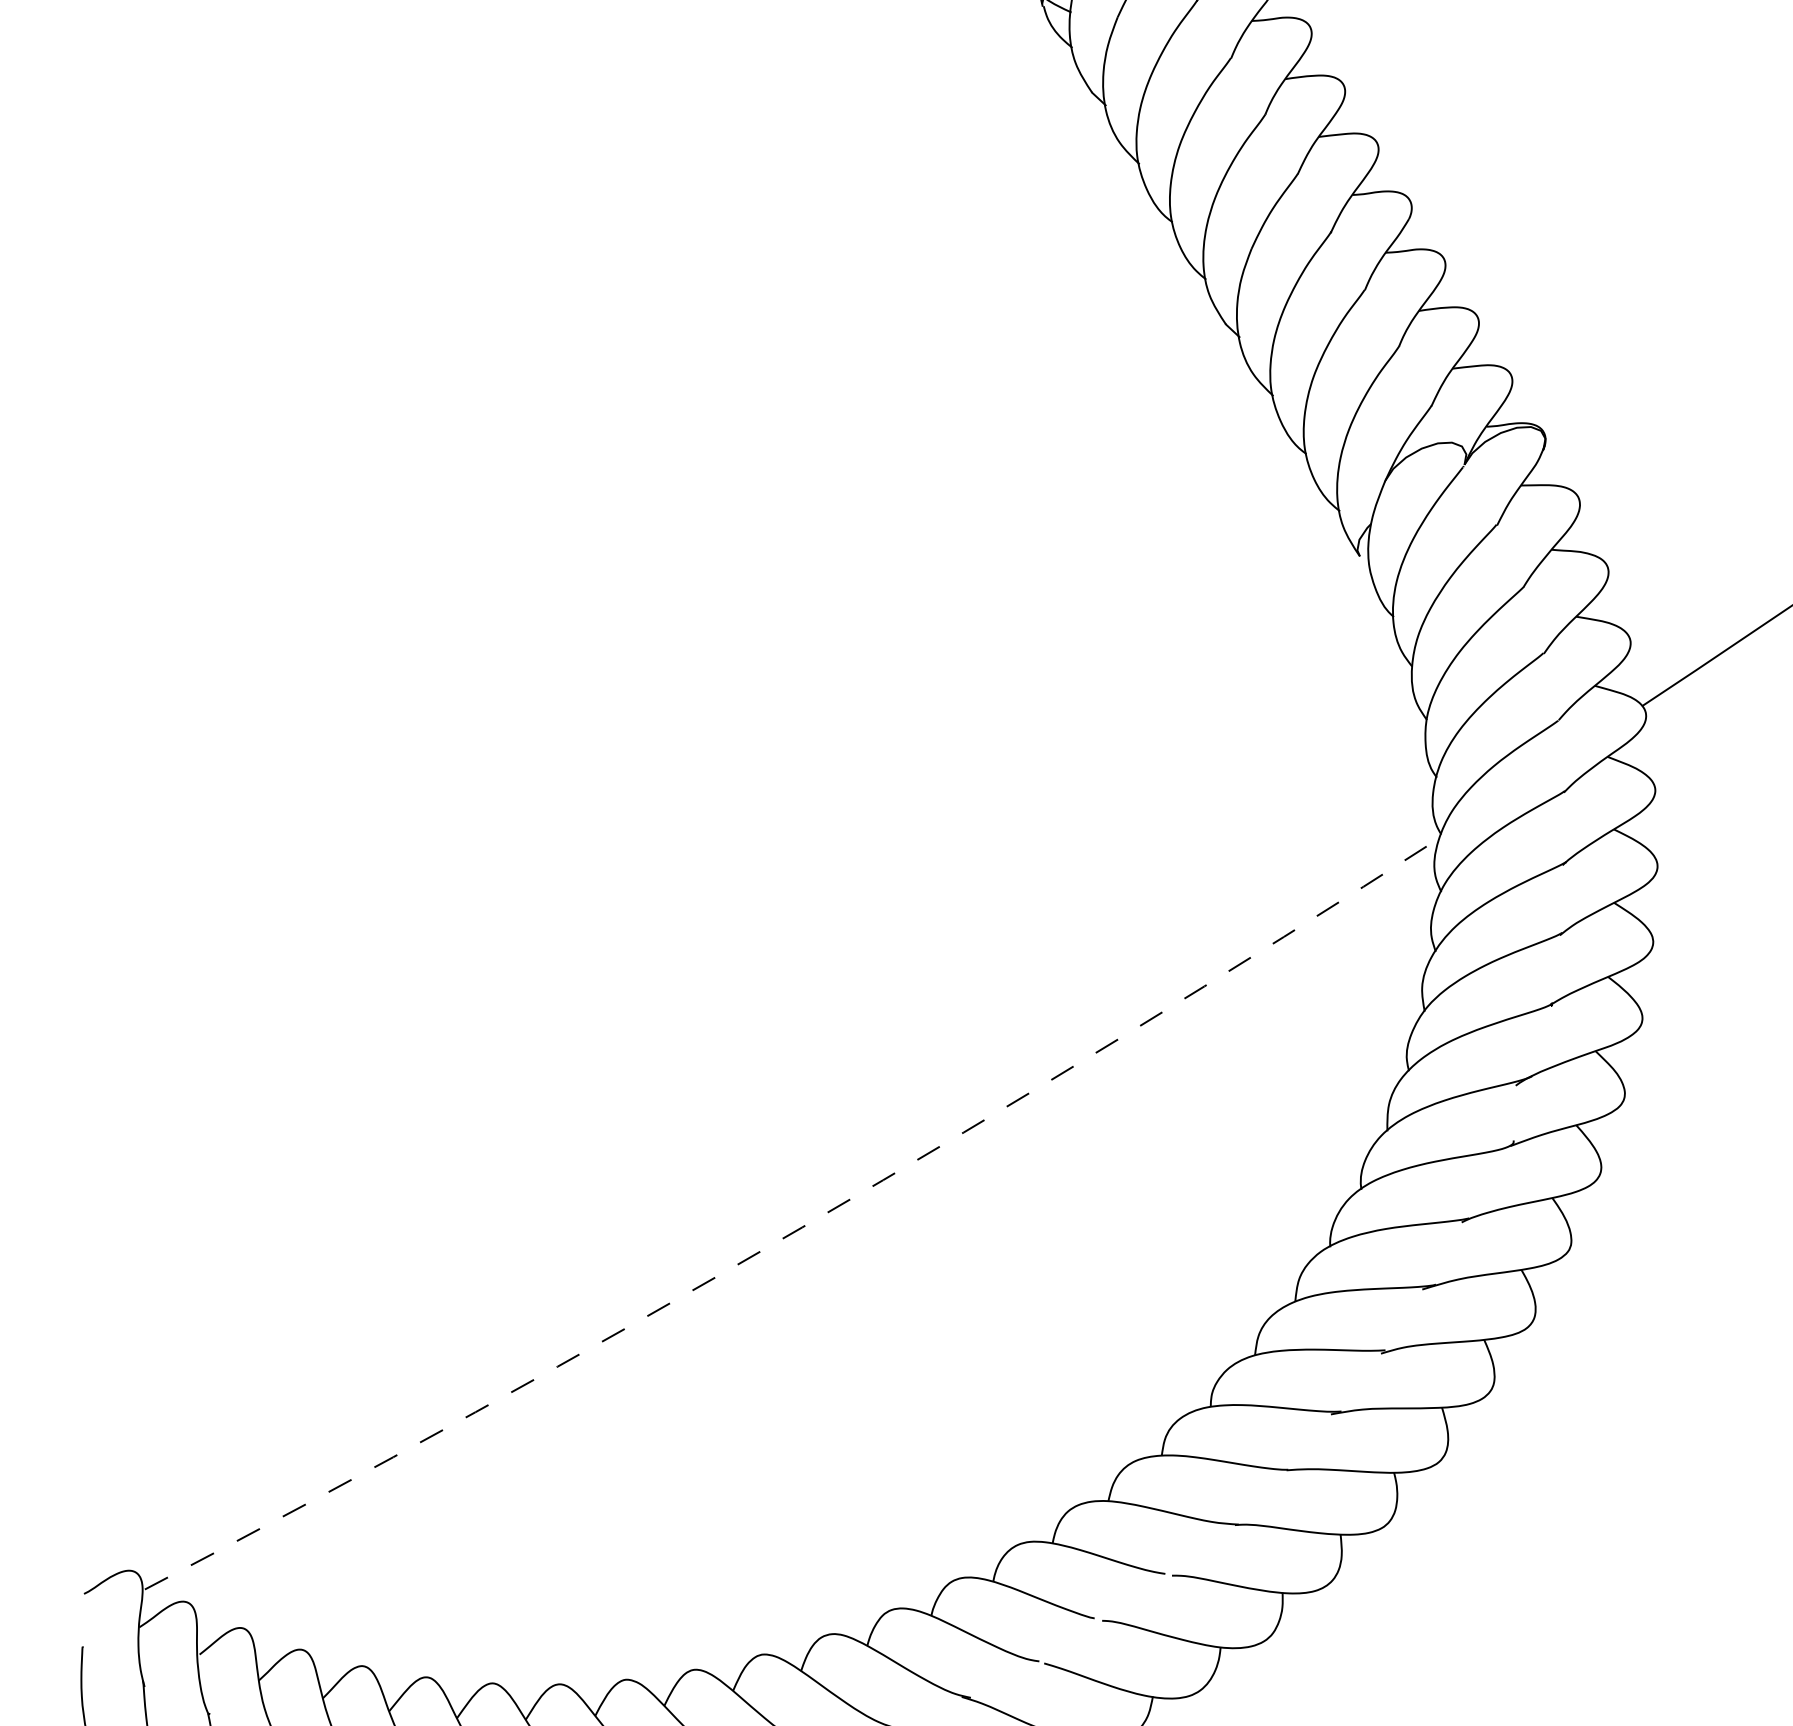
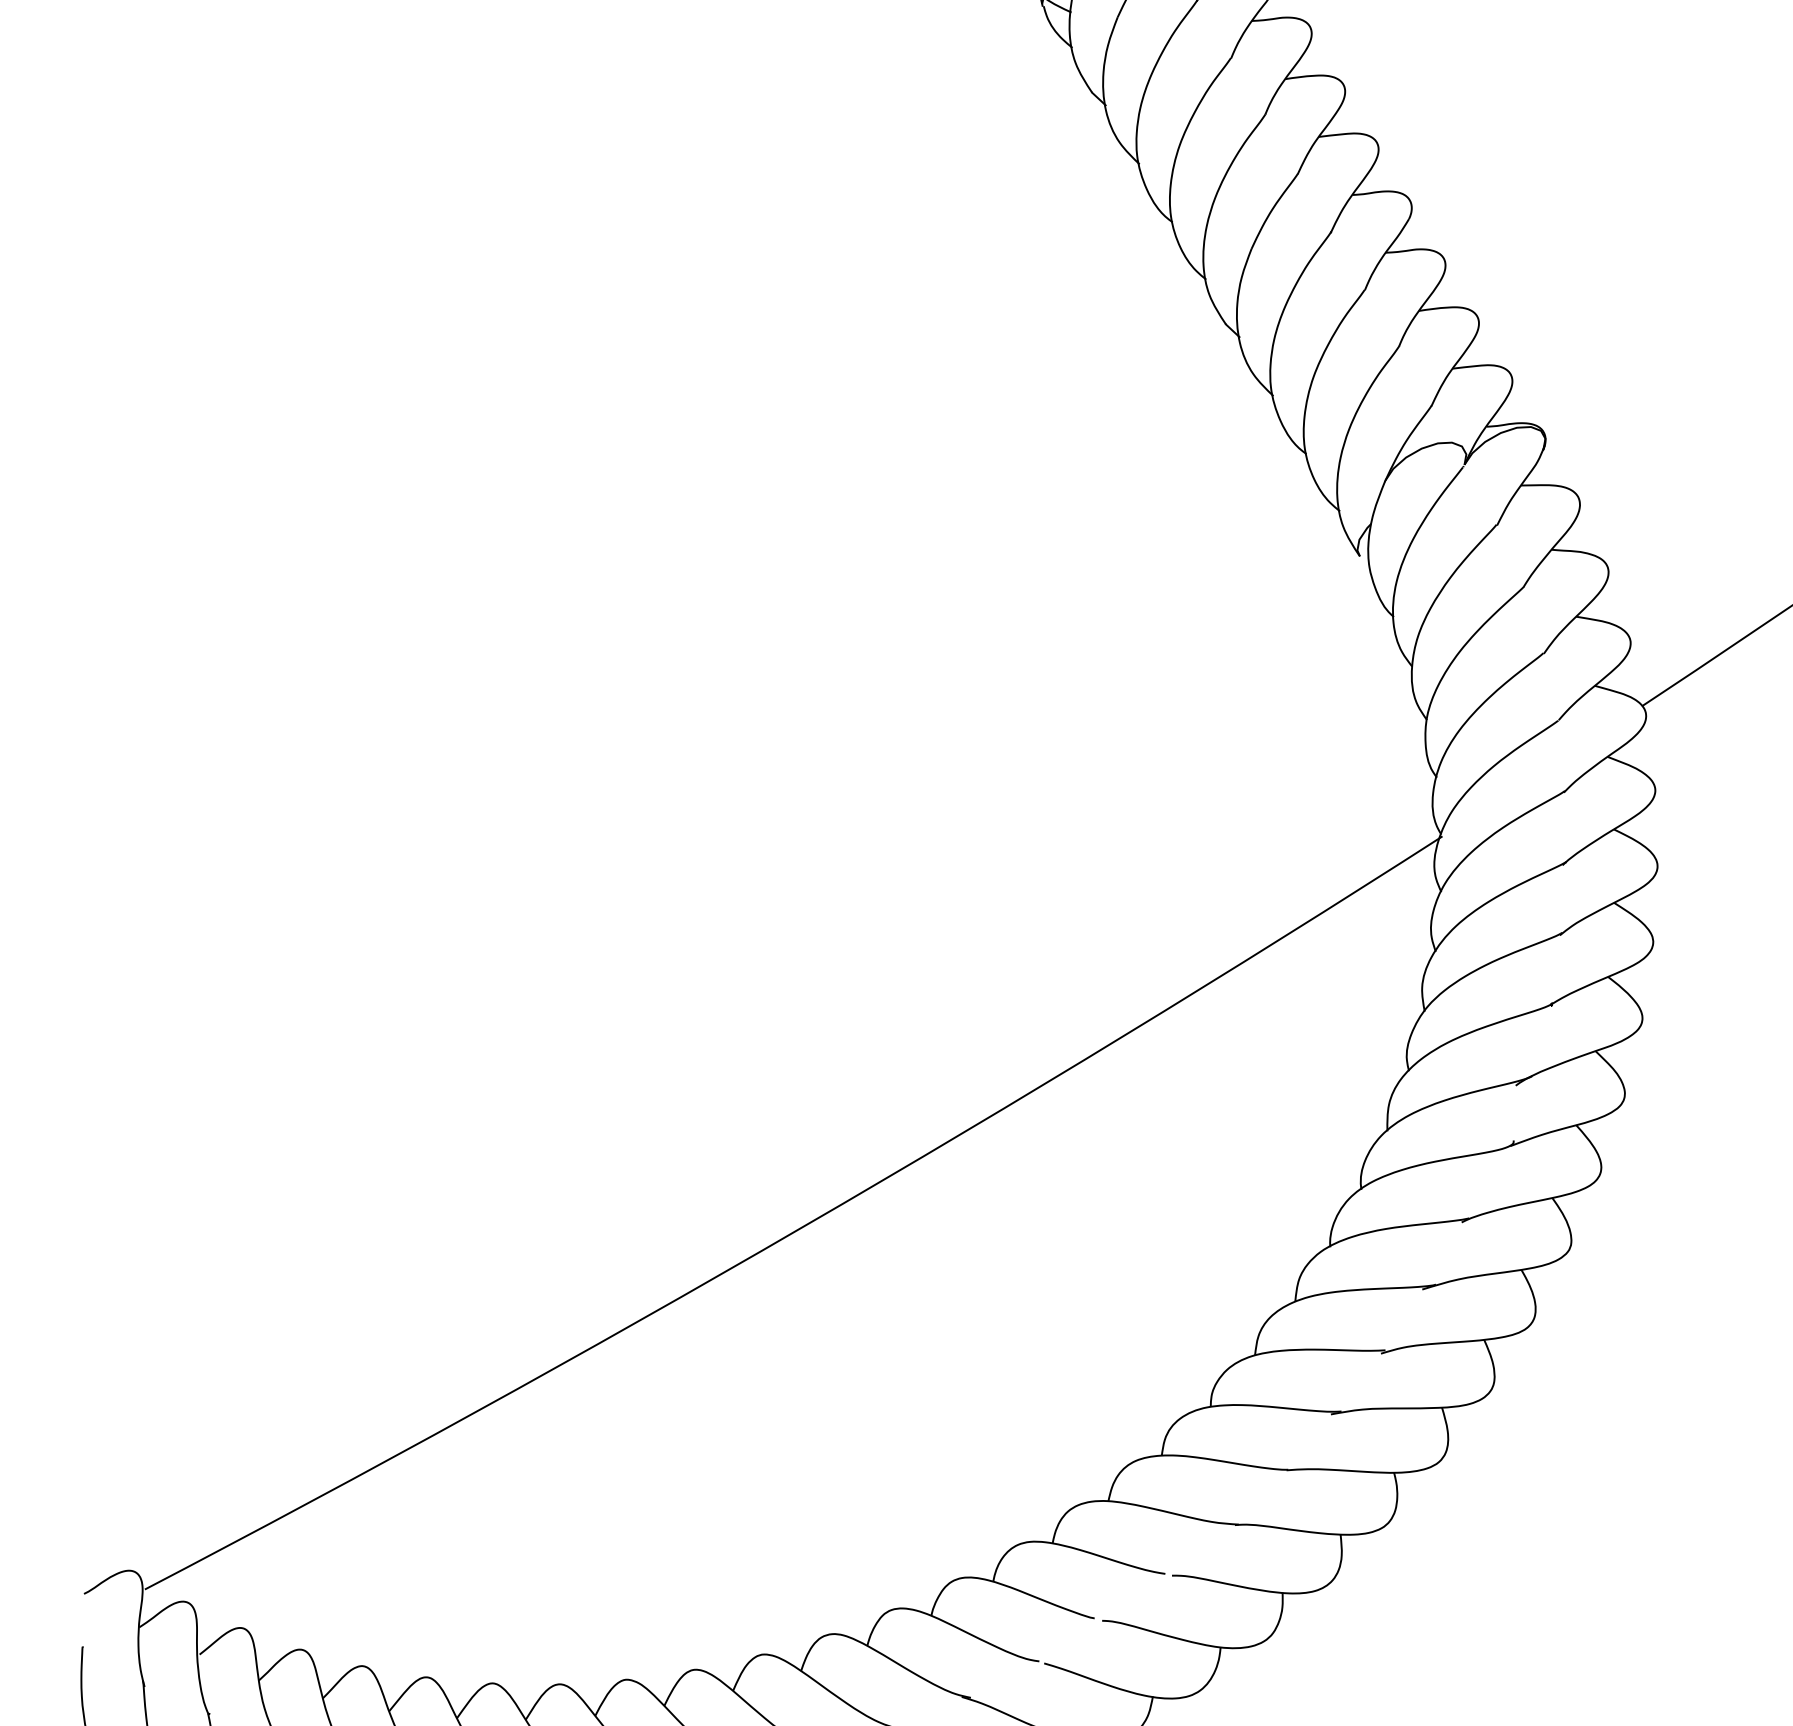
arc at (802, 1227): dashed -> solid
